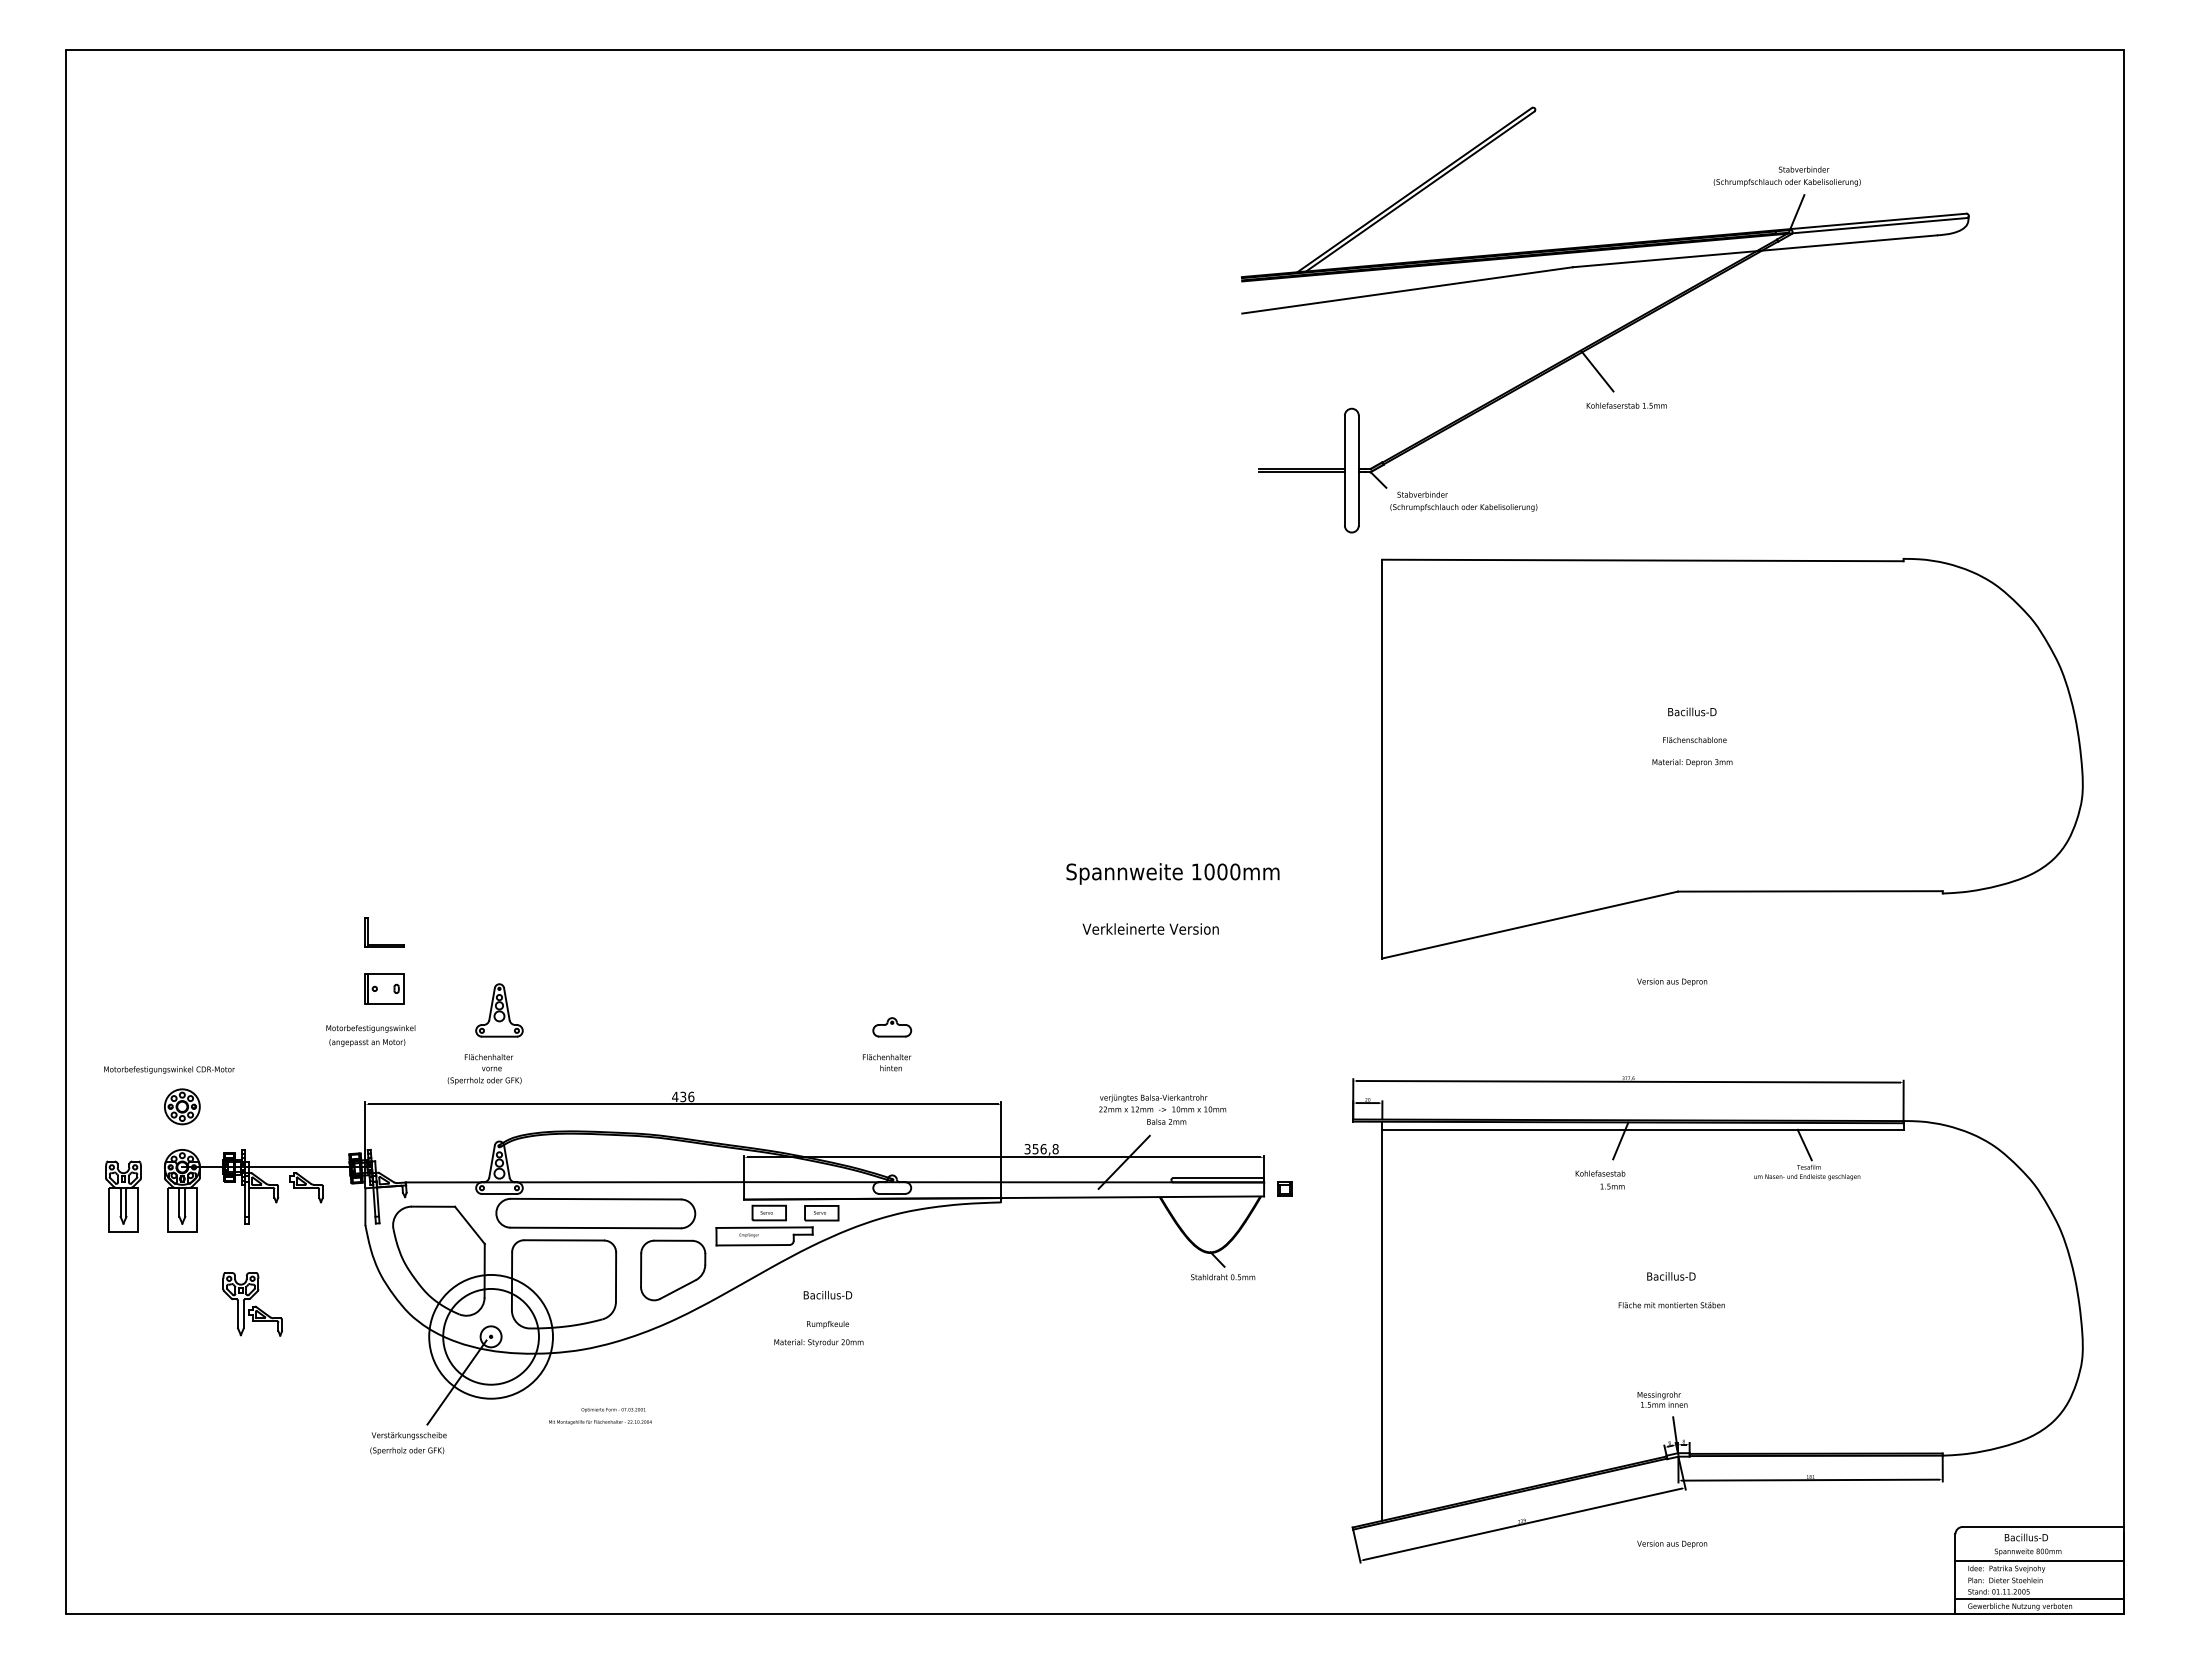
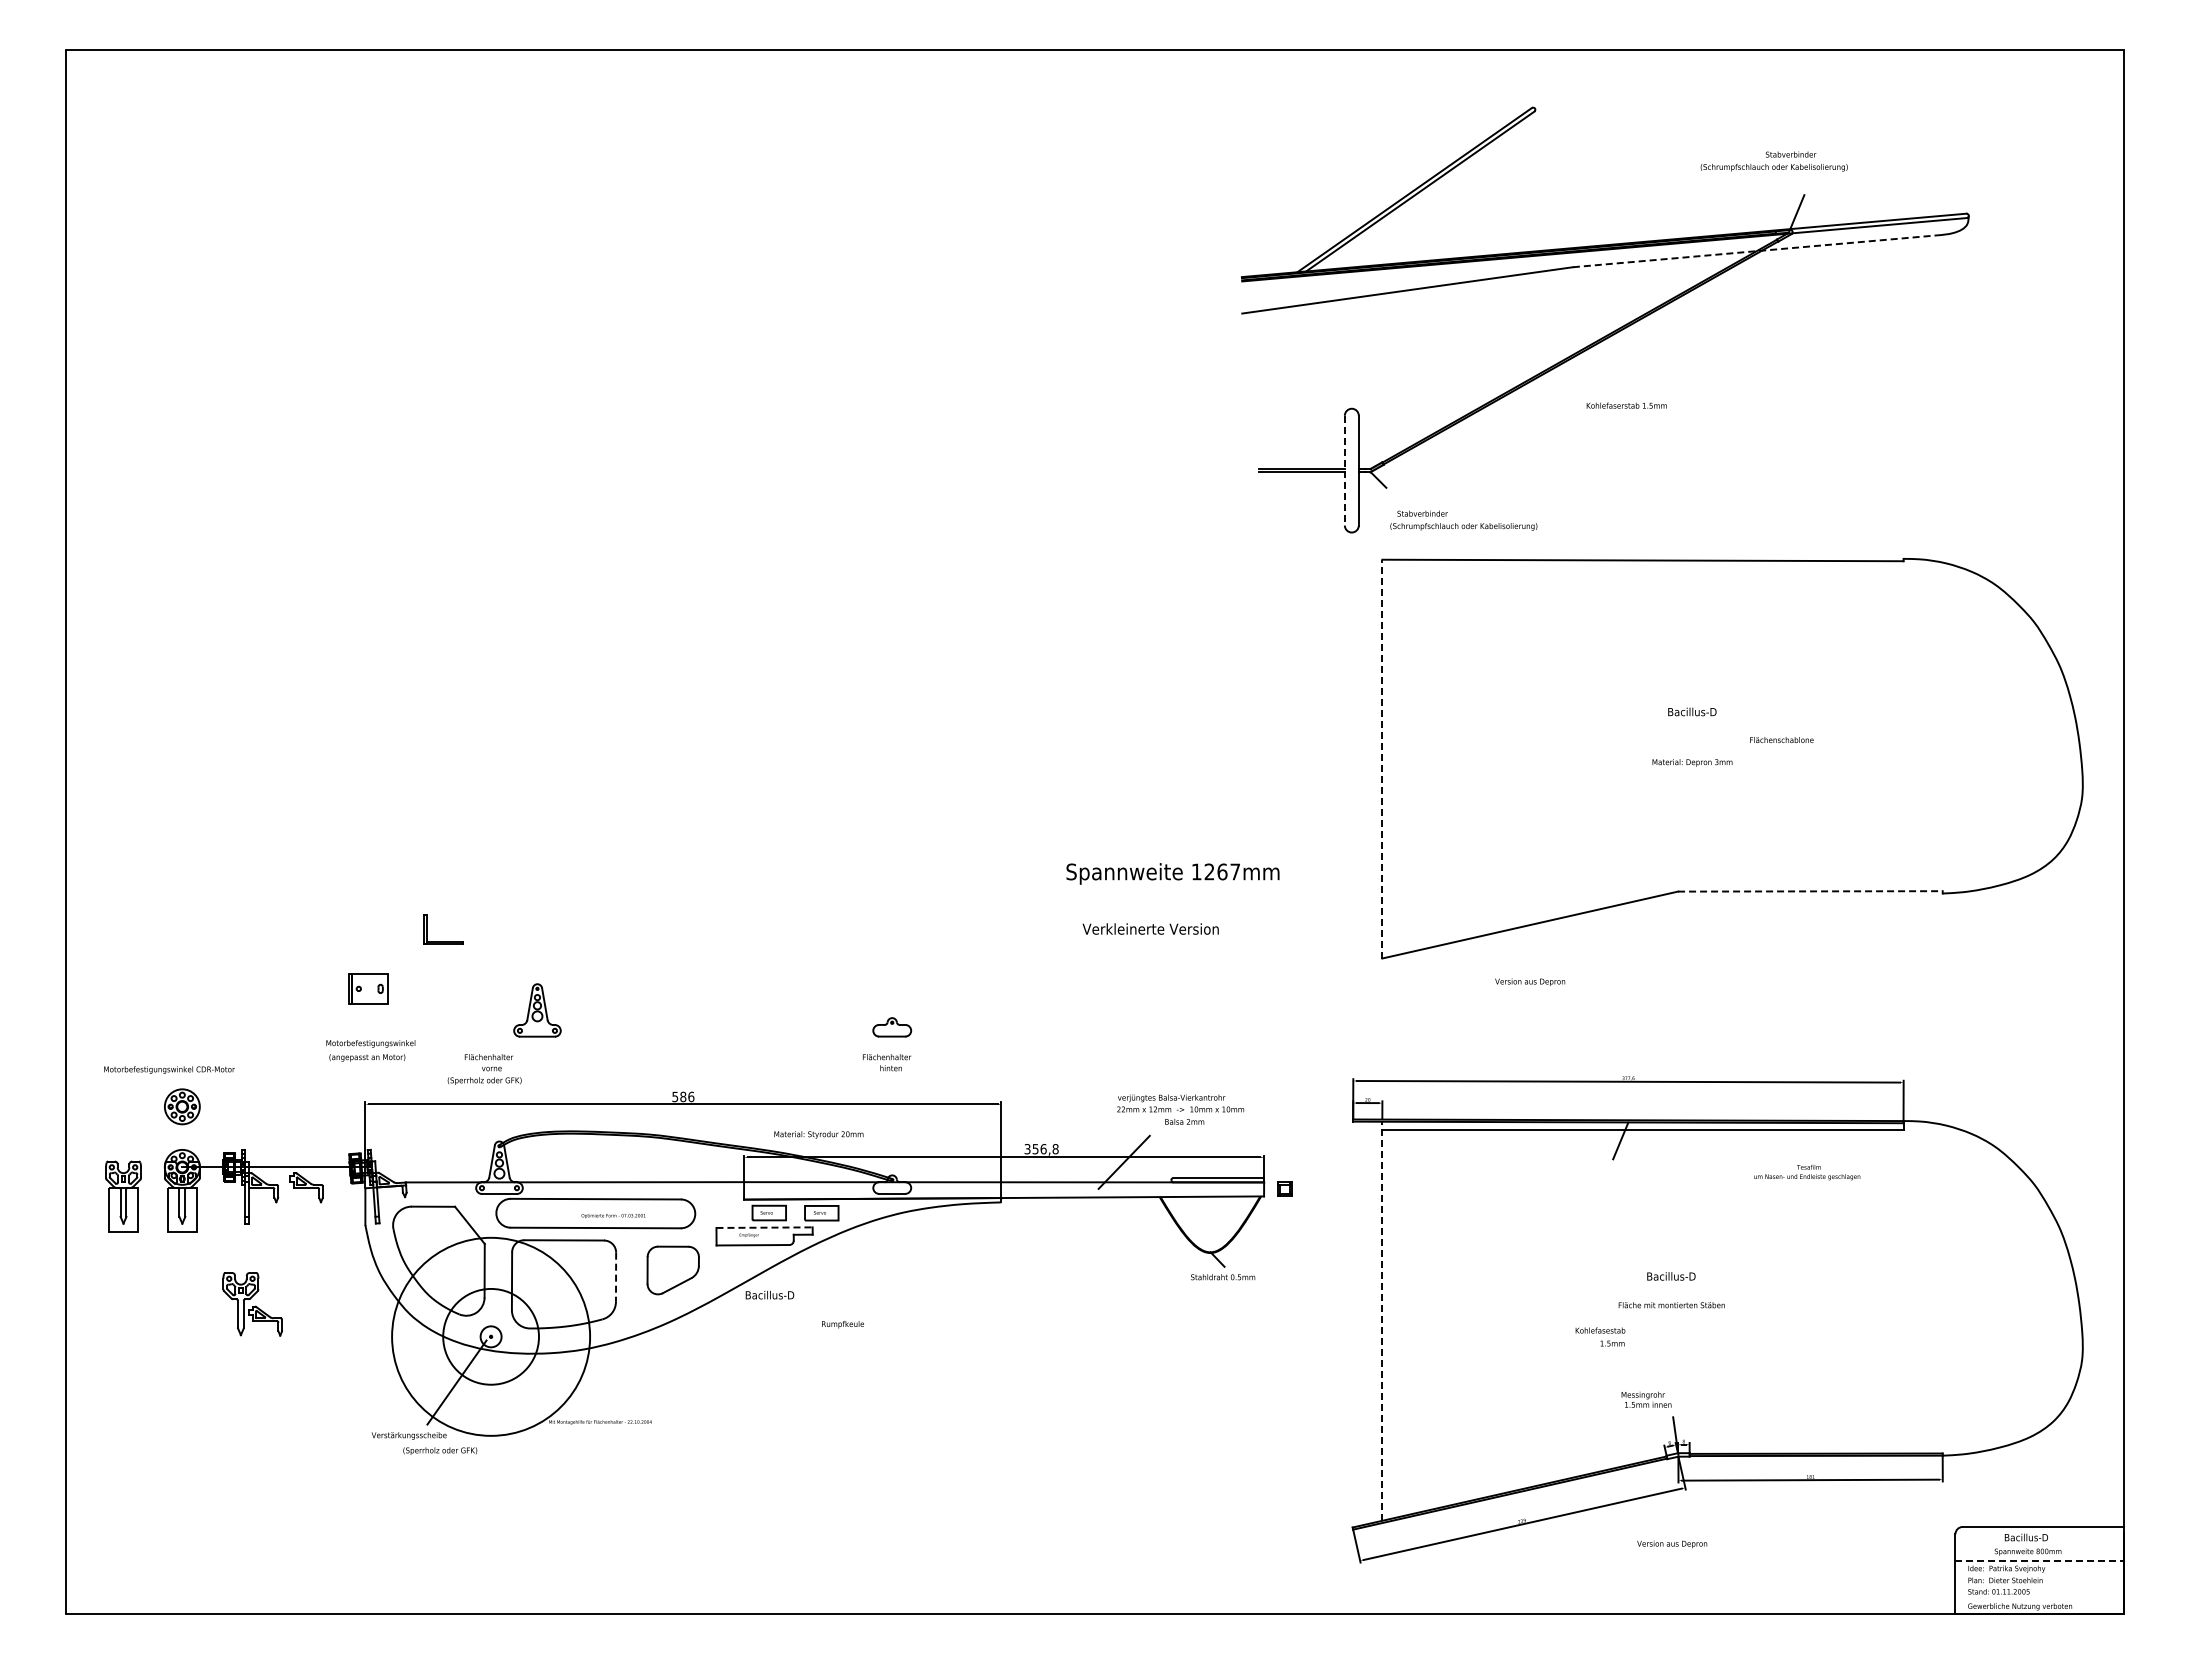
text at (1786, 176) position: (1786, 176) -> (1773, 161)
line at (1754, 251): solid -> dashed
line at (1597, 371): present -> none
line at (1344, 470): solid -> dashed
text at (1463, 501) position: (1463, 501) -> (1463, 520)
text at (1694, 739) position: (1694, 739) -> (1781, 739)
line at (1382, 758): solid -> dashed
text at (1222, 871): 1000mm -> 1267mm
line at (1810, 891): solid -> dashed
part at (384, 944) position: (384, 944) -> (443, 941)
text at (1672, 981) position: (1672, 981) -> (1530, 981)
part at (384, 988) position: (384, 988) -> (368, 988)
part at (499, 1010) position: (499, 1010) -> (537, 1010)
text at (370, 1035) position: (370, 1035) -> (370, 1050)
text at (679, 1096): 436 -> 586
text at (1162, 1109) position: (1162, 1109) -> (1180, 1109)
line at (1804, 1144): present -> none
text at (1600, 1179) position: (1600, 1179) -> (1600, 1336)
line at (765, 1227): solid -> dashed
part at (673, 1270) size: 67x63 px -> 54x51 px
line at (616, 1277): solid -> dashed
text at (827, 1295) position: (827, 1295) -> (769, 1295)
line at (1382, 1321): solid -> dashed
text at (827, 1324) position: (827, 1324) -> (842, 1324)
circle at (490, 1336) diameter: 124 px -> 198 px
text at (818, 1342) position: (818, 1342) -> (818, 1134)
text at (1662, 1399) position: (1662, 1399) -> (1646, 1399)
text at (613, 1410) position: (613, 1410) -> (613, 1216)
text at (407, 1450) position: (407, 1450) -> (440, 1450)
line at (2040, 1560): solid -> dashed
line at (2039, 1598): present -> none
